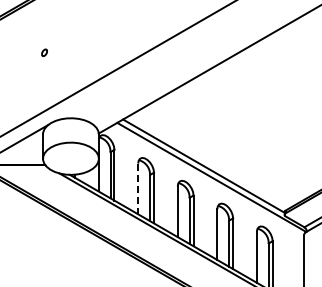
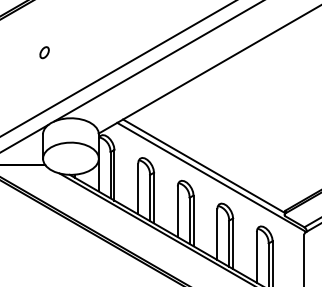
part at (44, 52) size: 7x9 px -> 11x14 px
line at (157, 61): none -> present
line at (138, 189): dashed -> solid
